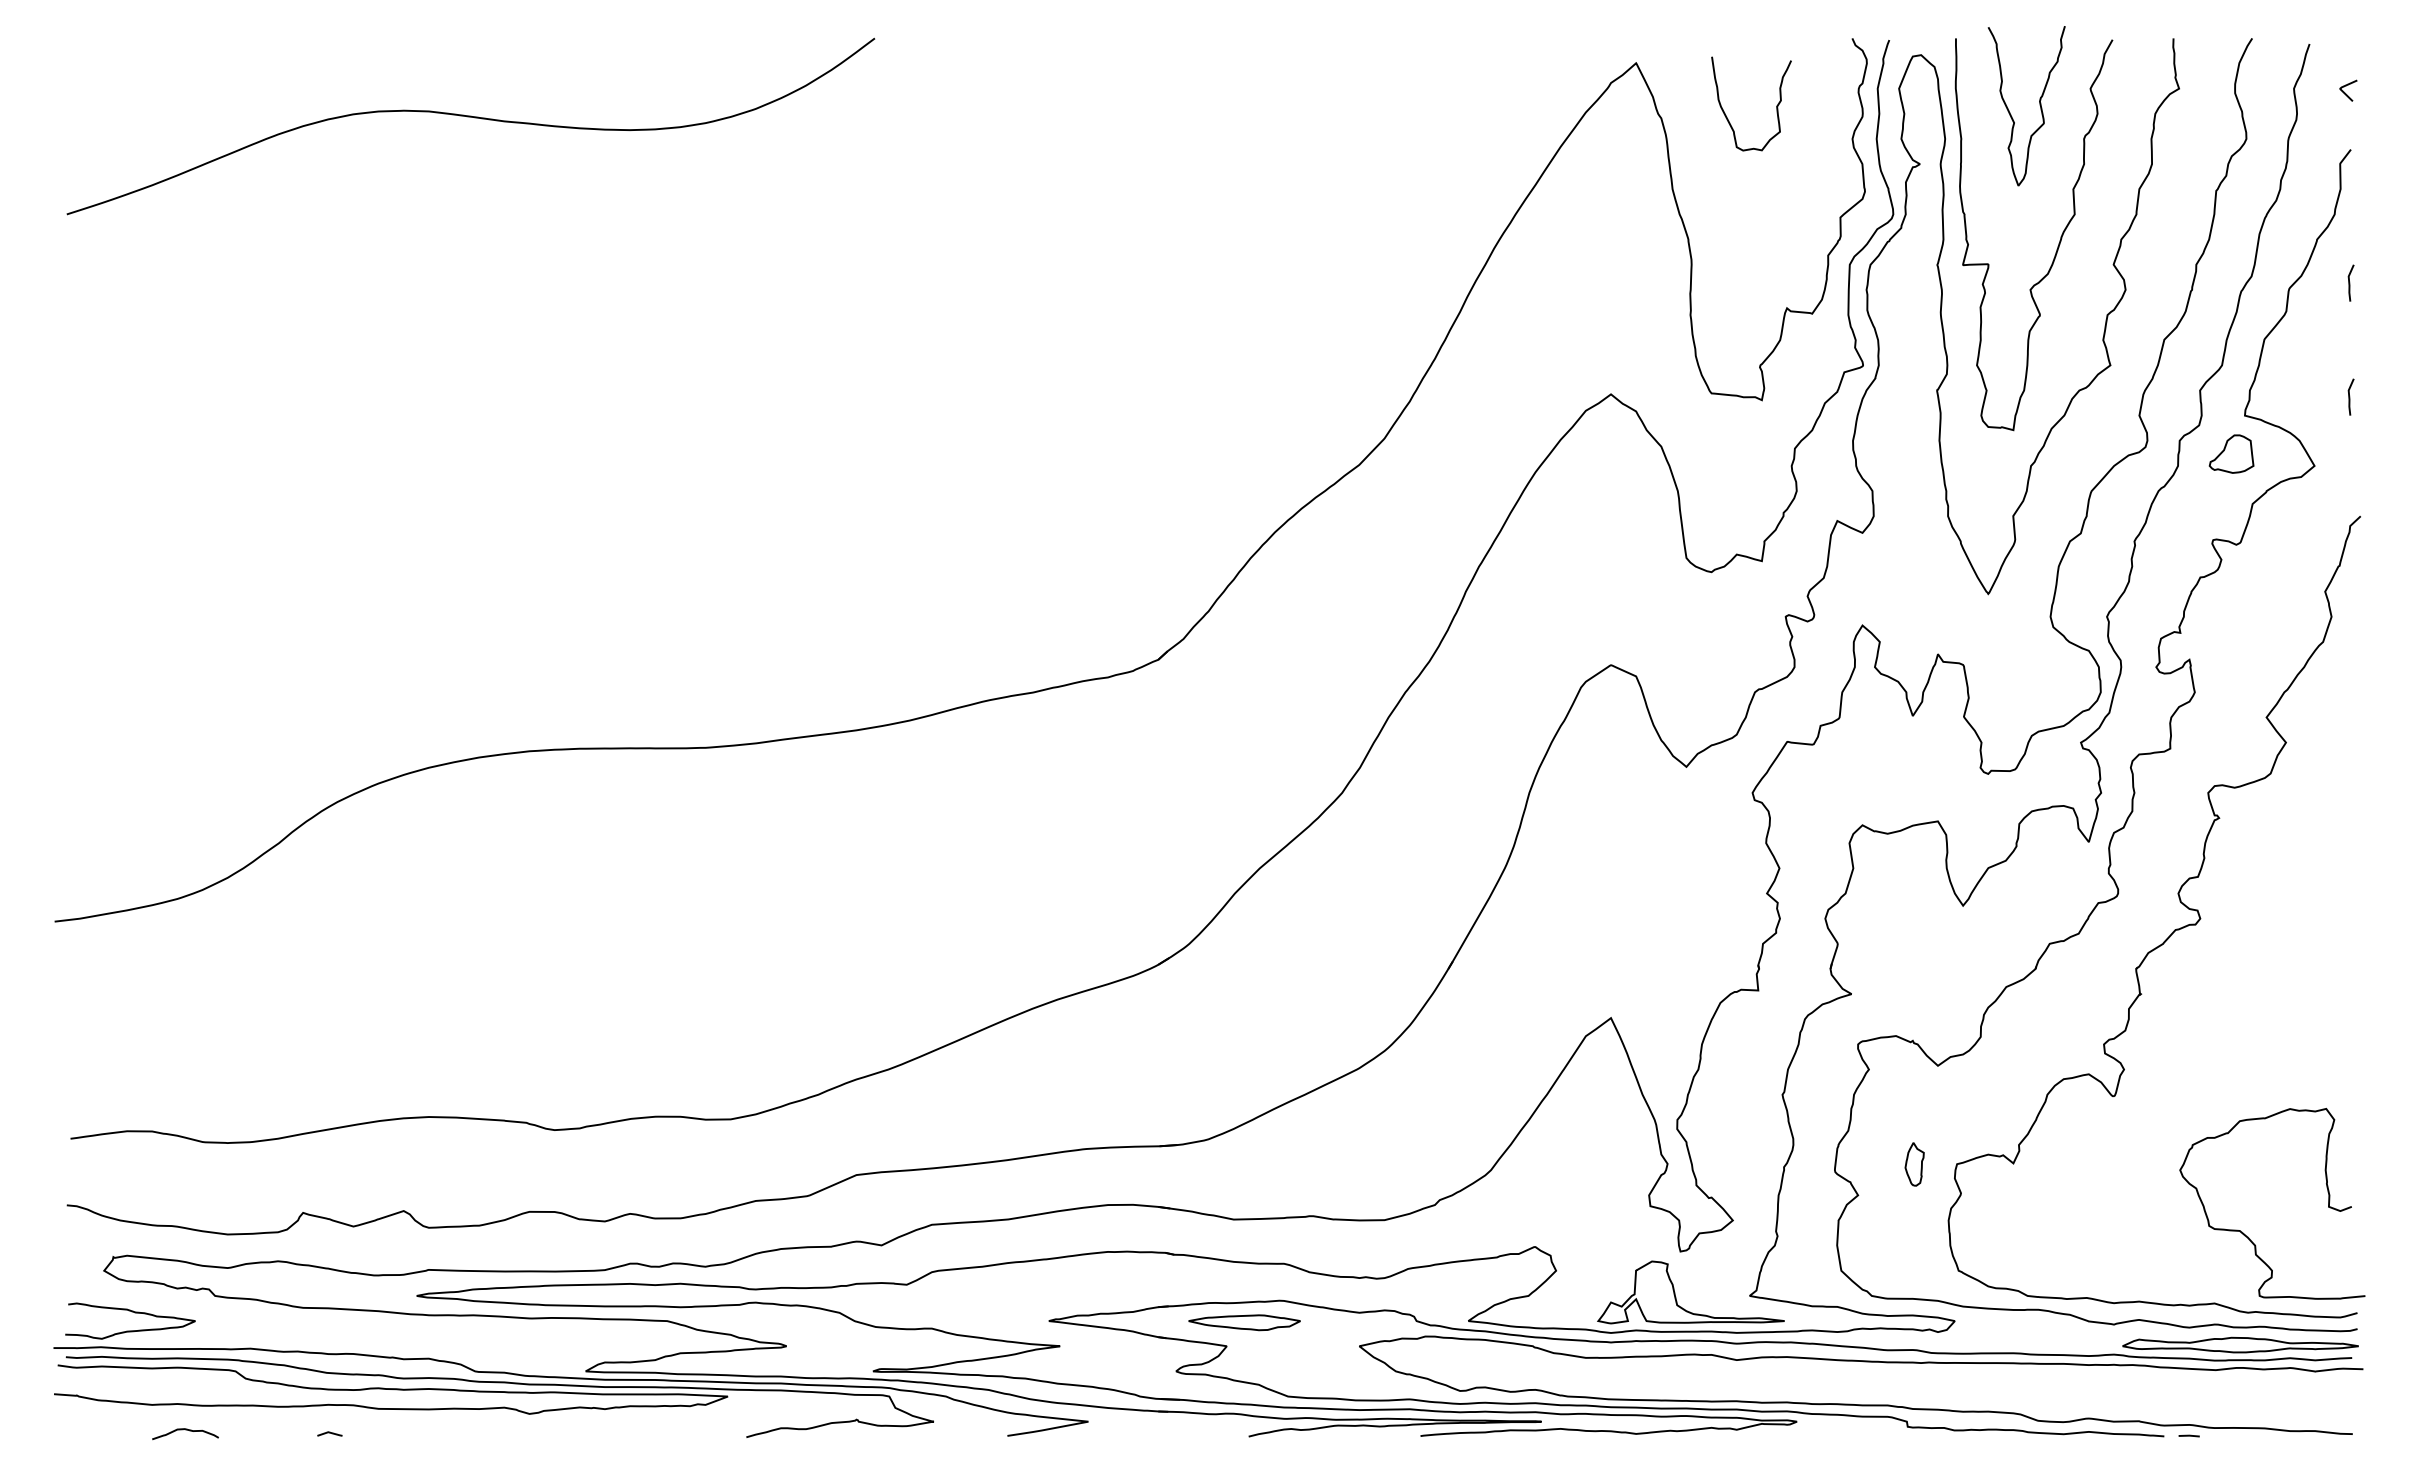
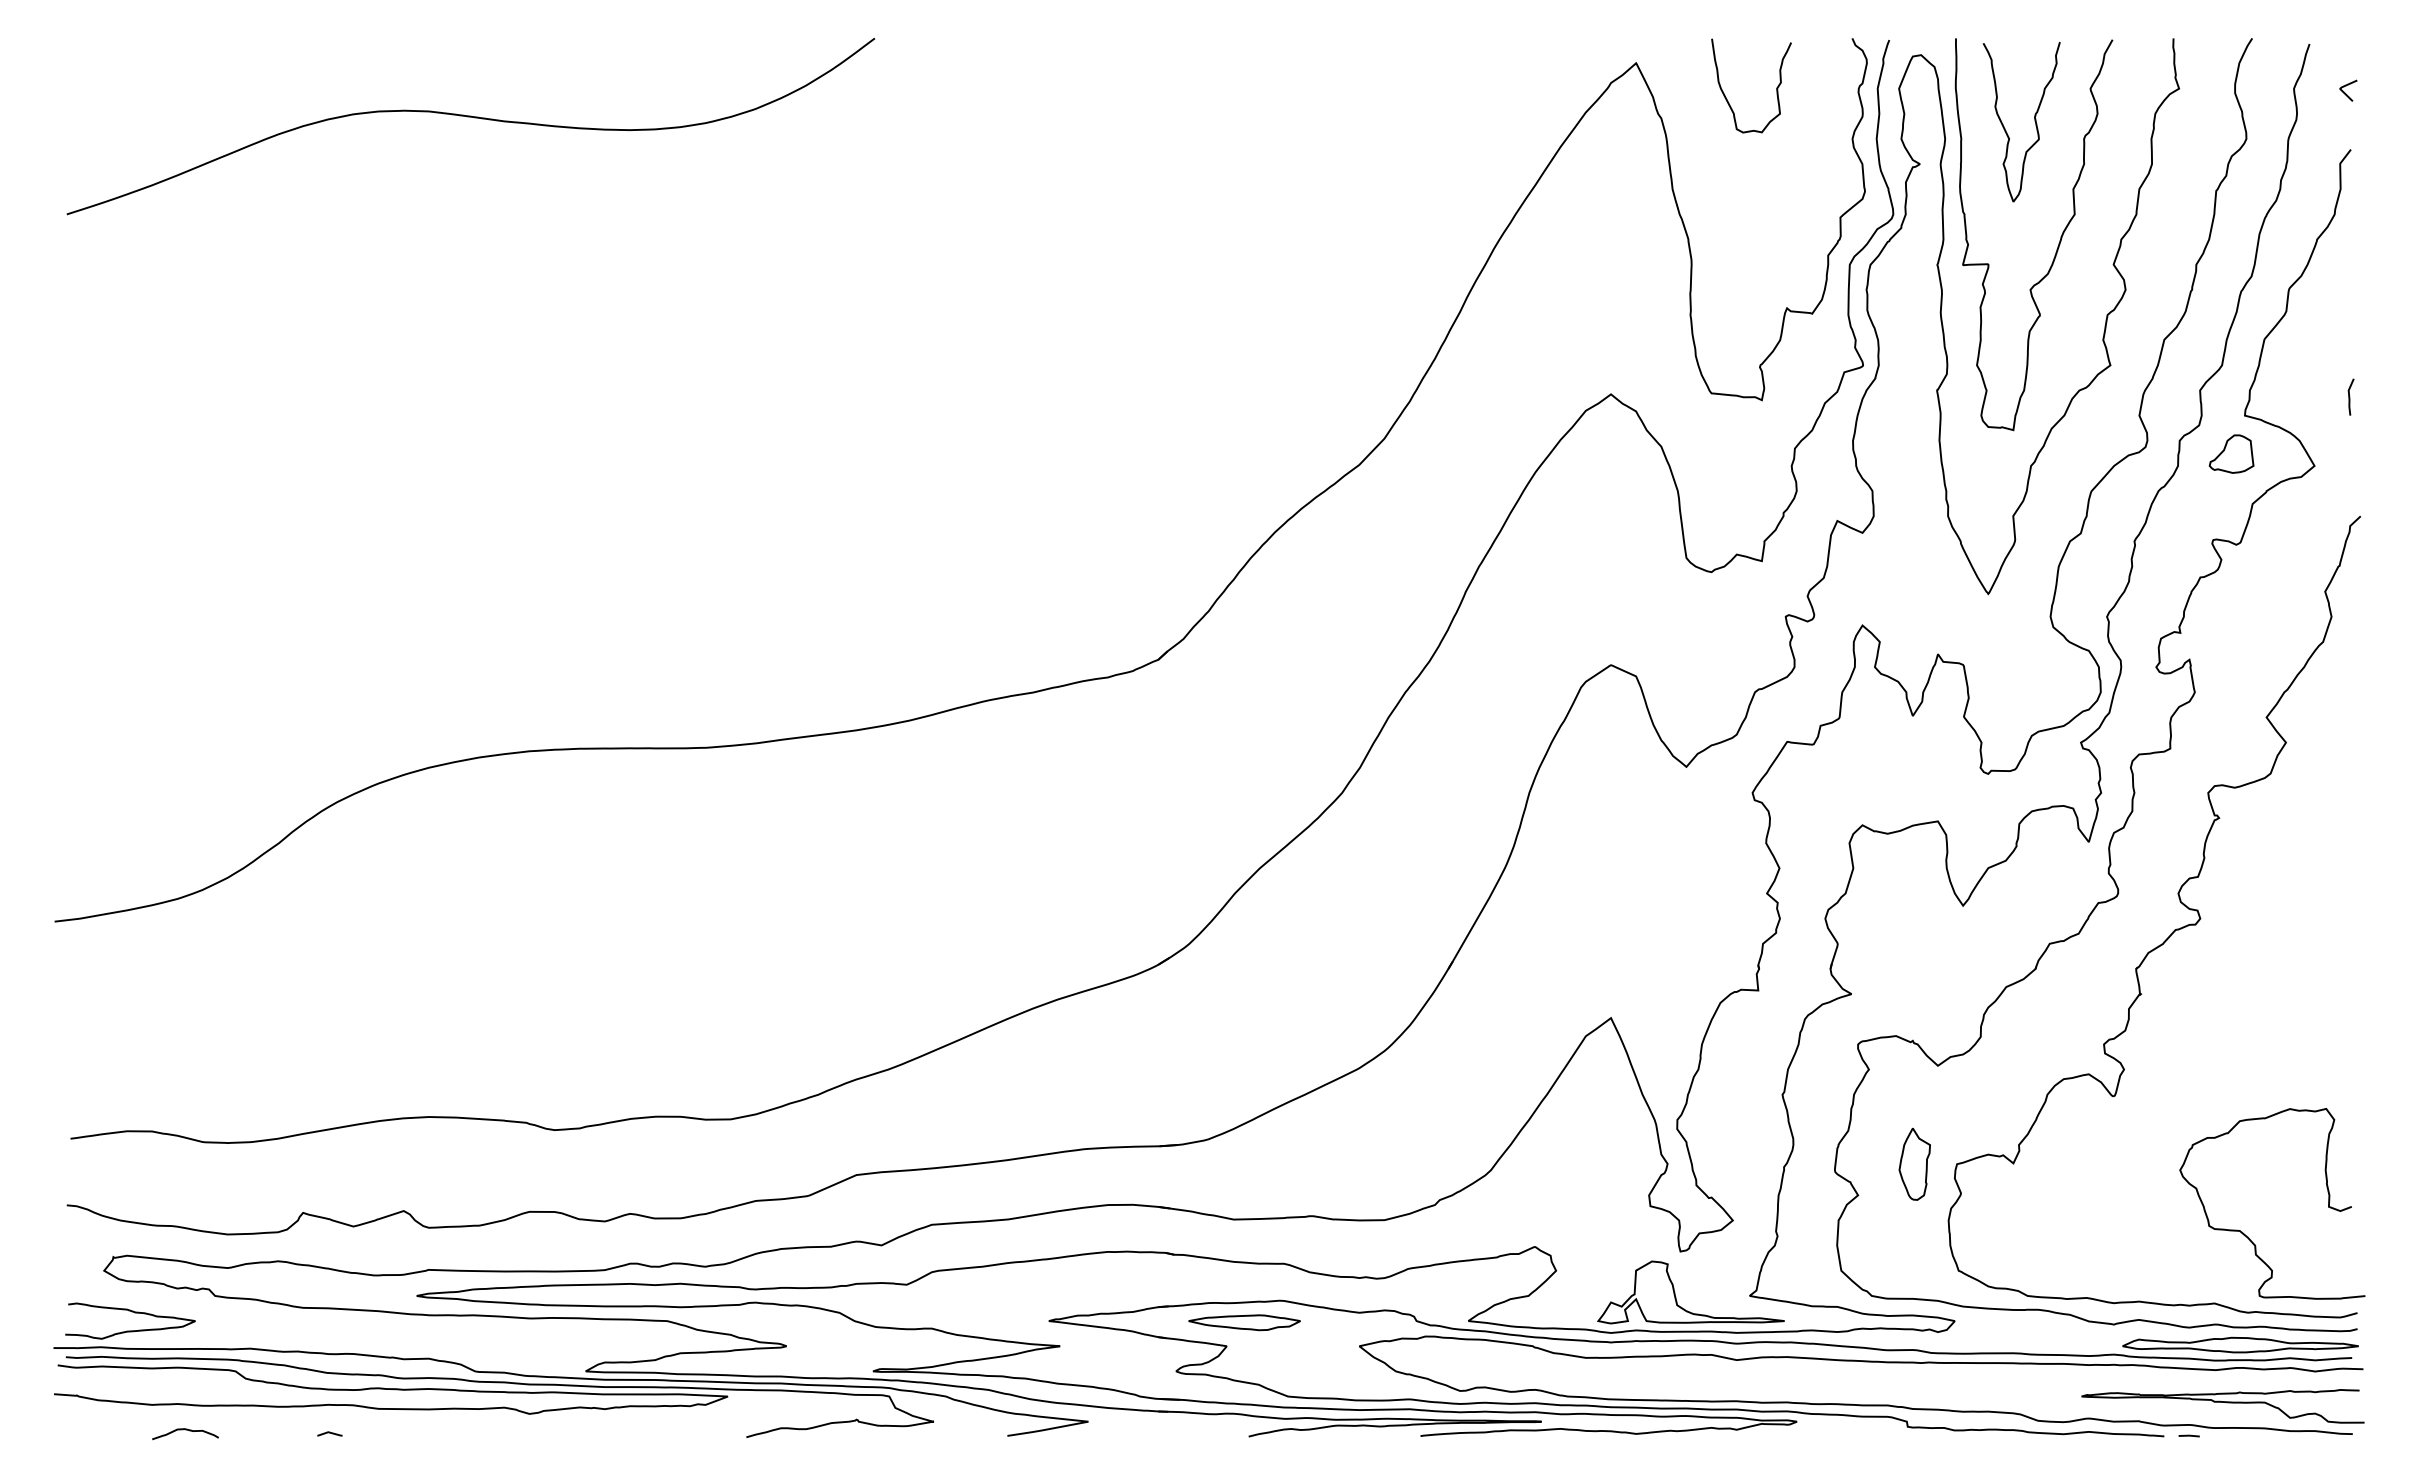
curve at (1776, 105) position: (1776, 105) -> (1776, 87)
curve at (2039, 105) position: (2039, 105) -> (2034, 121)
line at (2350, 282): present -> none
part at (1914, 1164) size: 21x45 px -> 33x73 px
curve at (2222, 1402): none -> present
